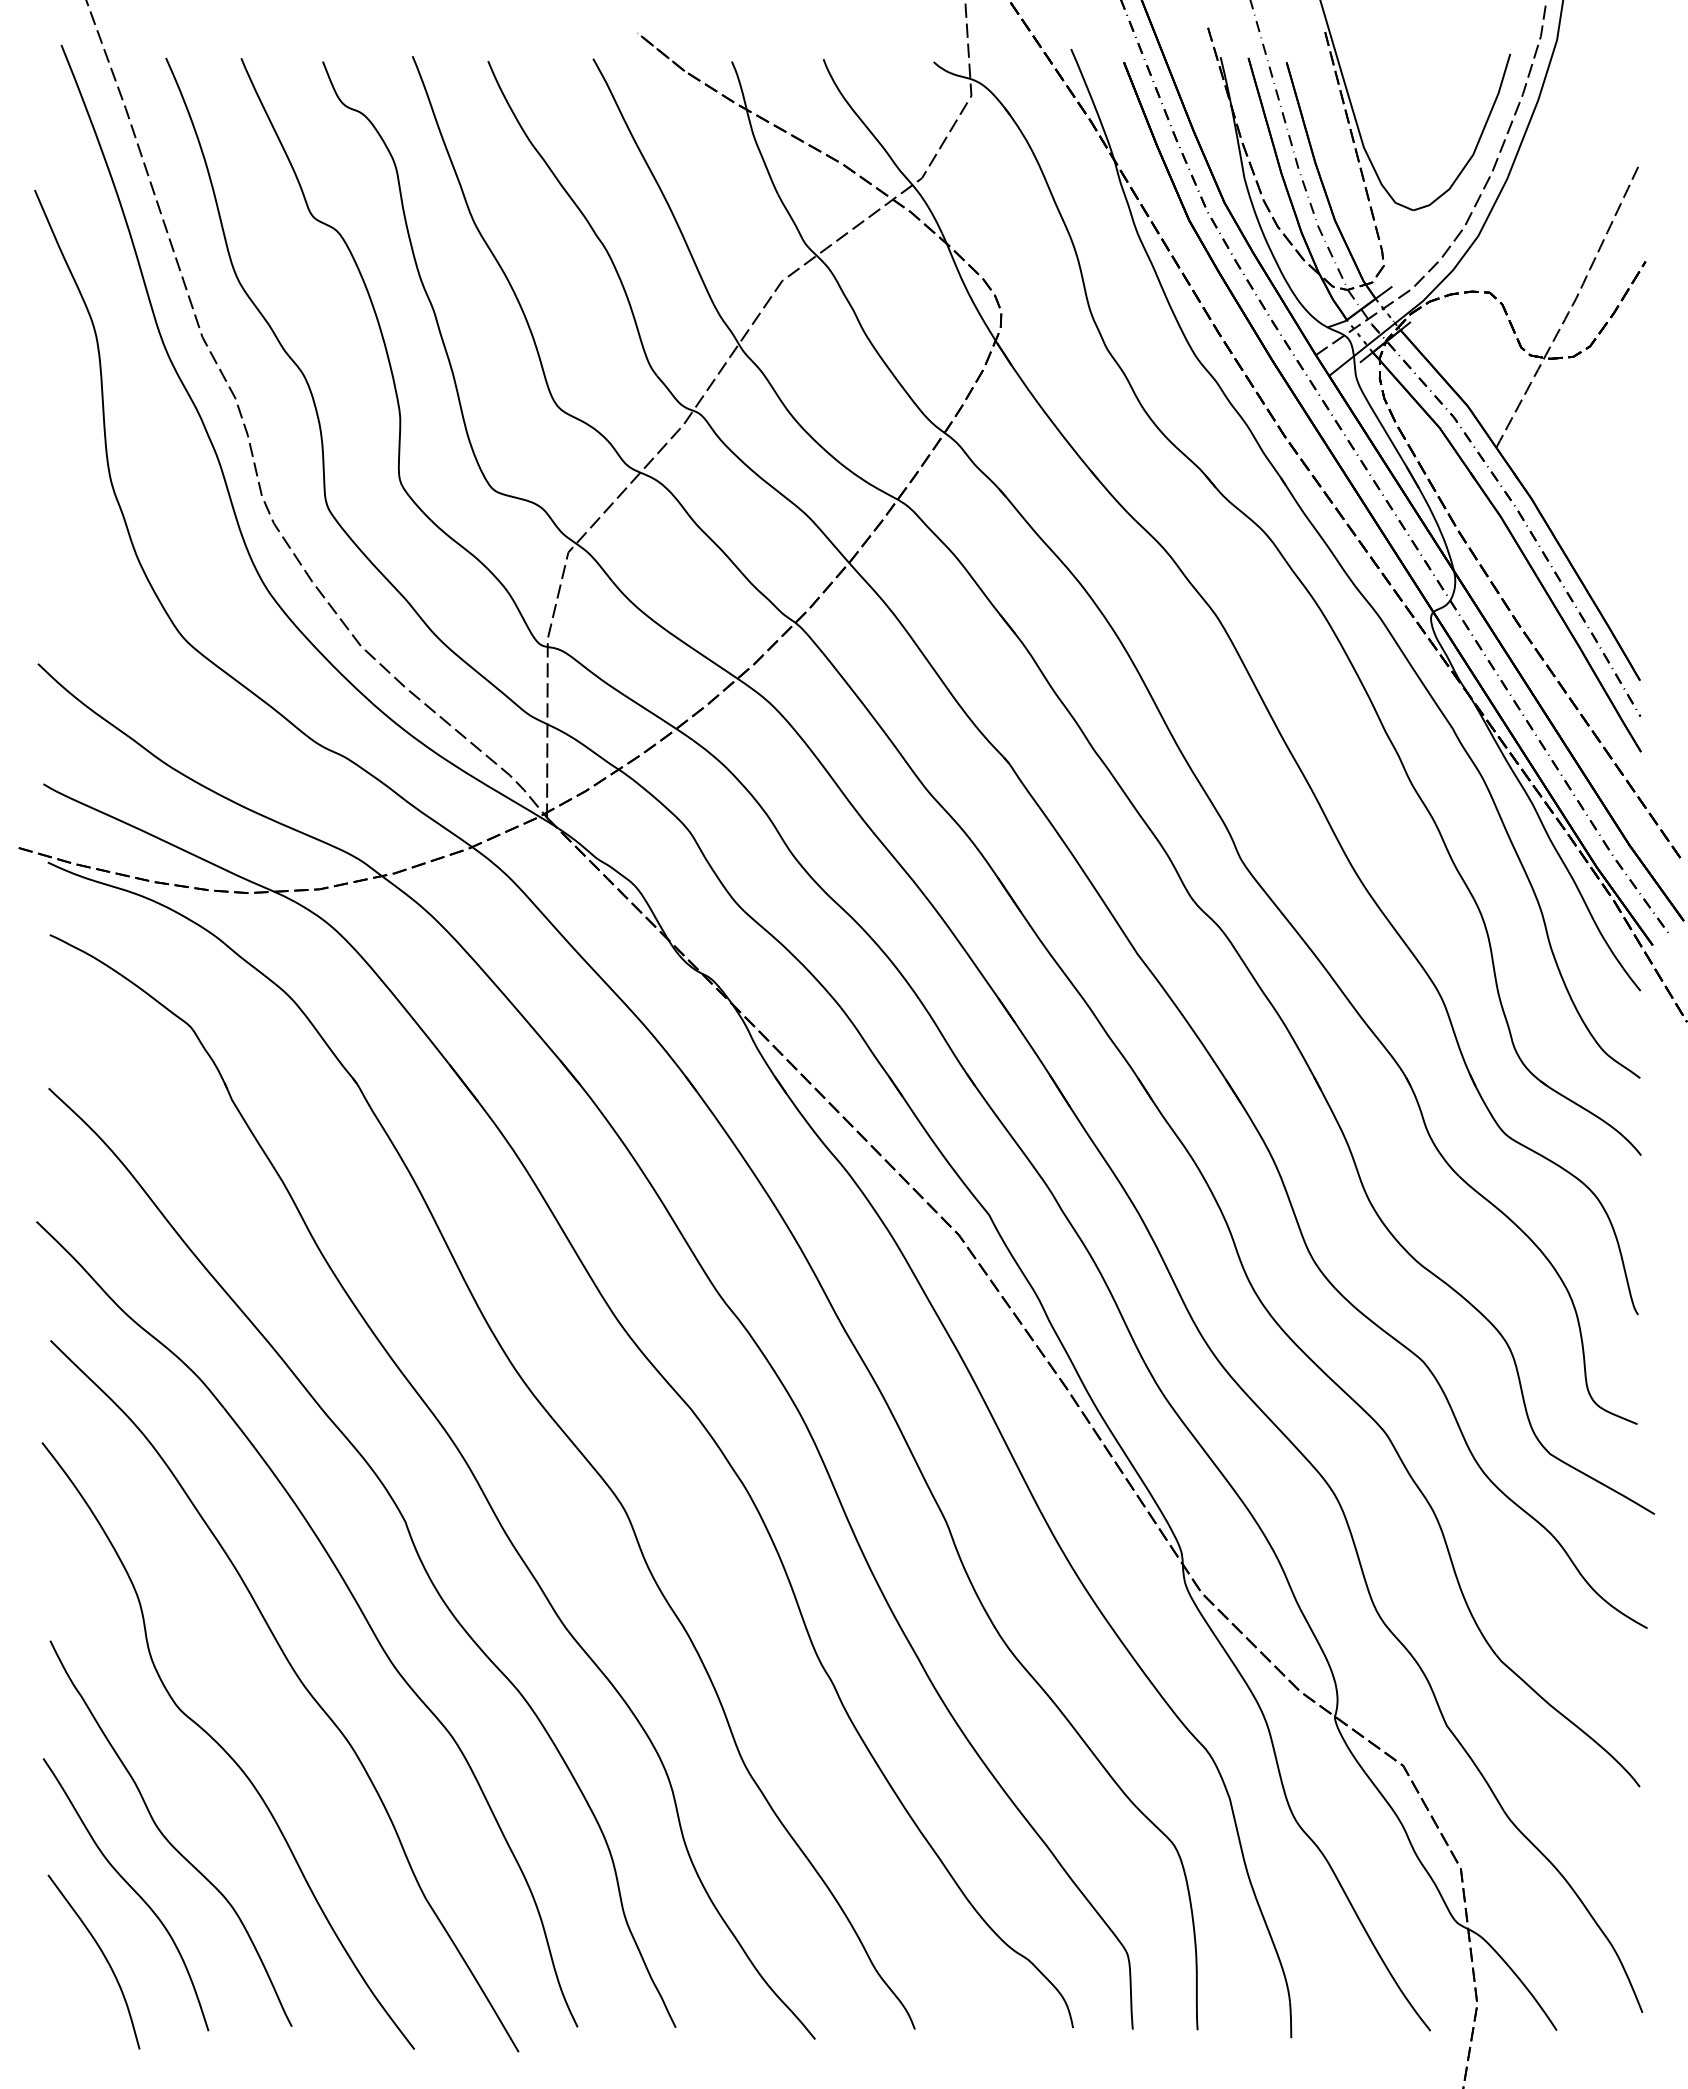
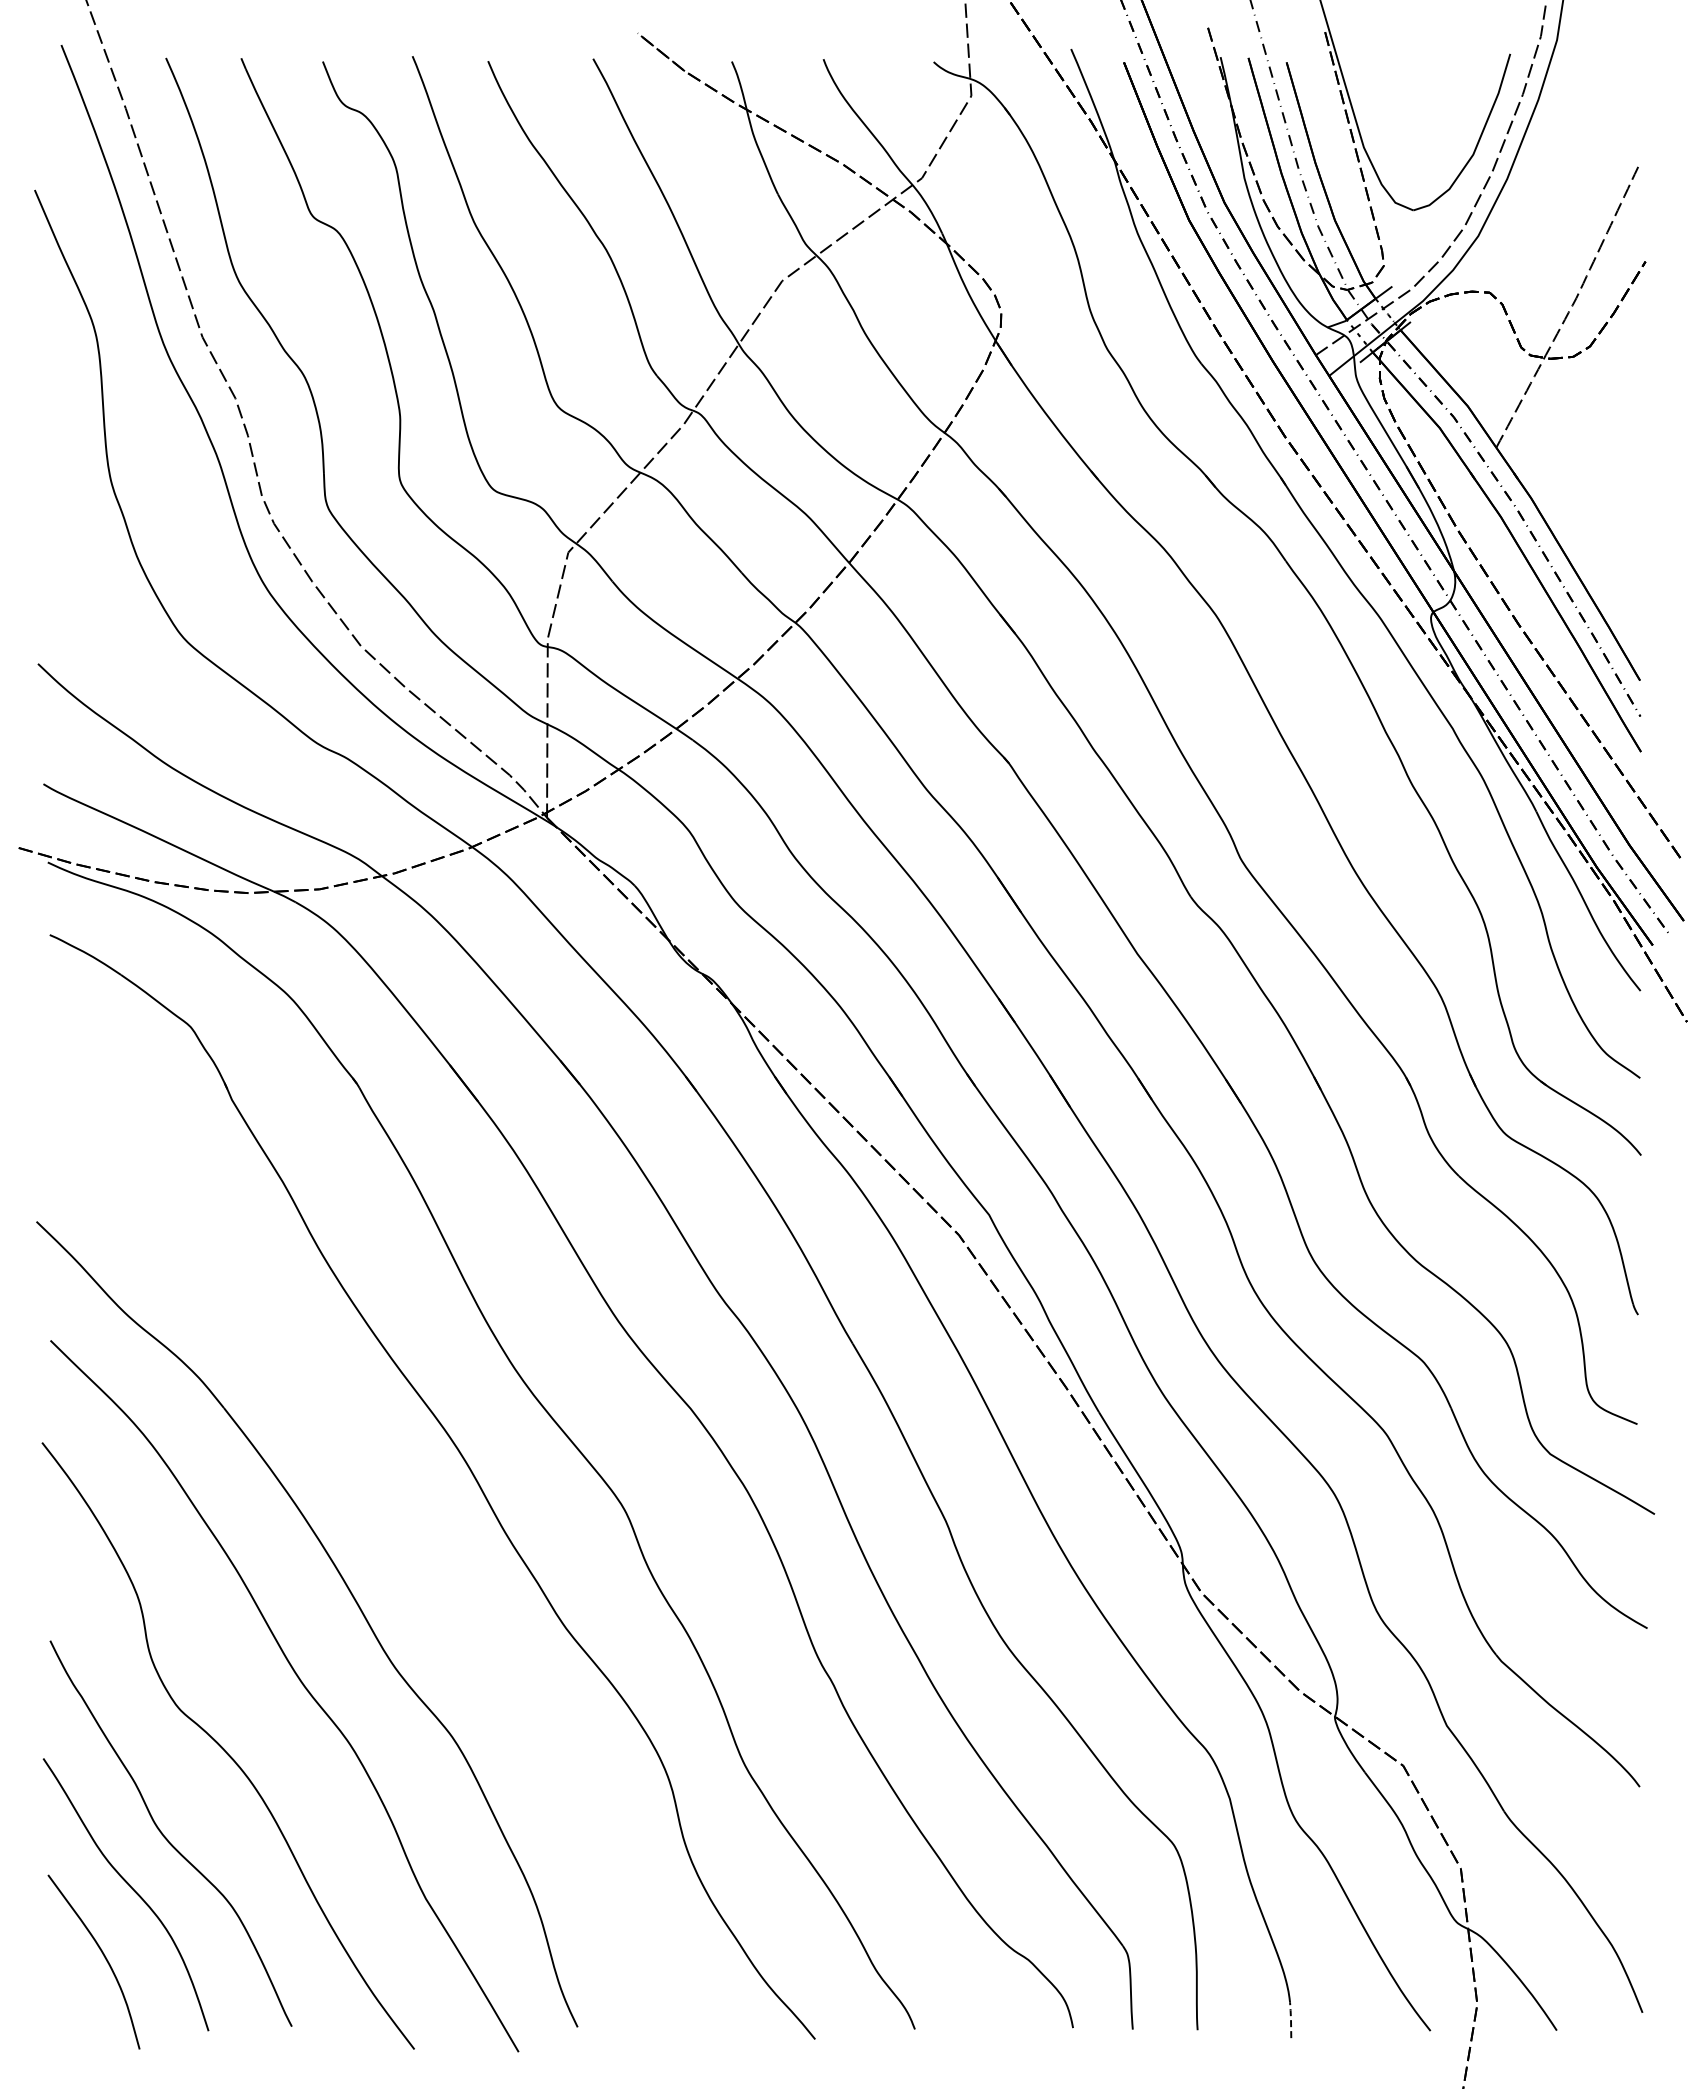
part at (410, 1539): present -> none
line at (1291, 2019): solid -> dashed
